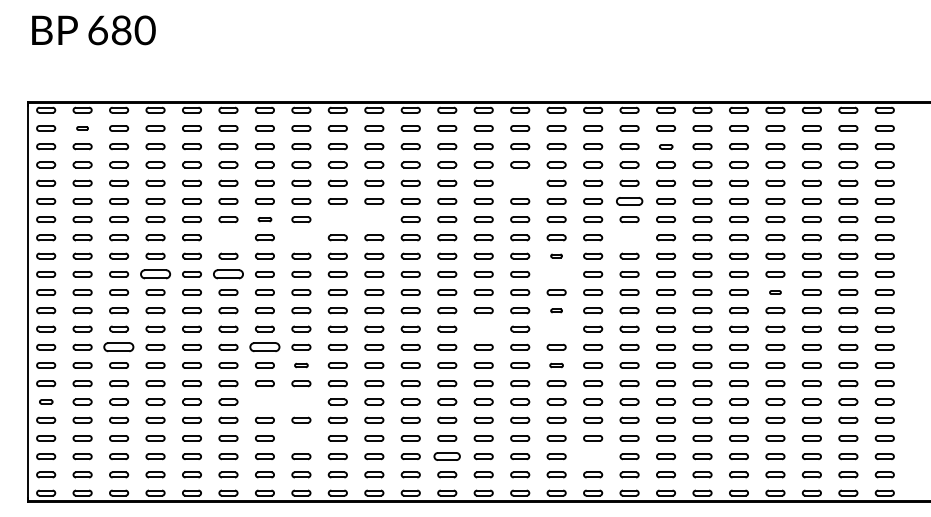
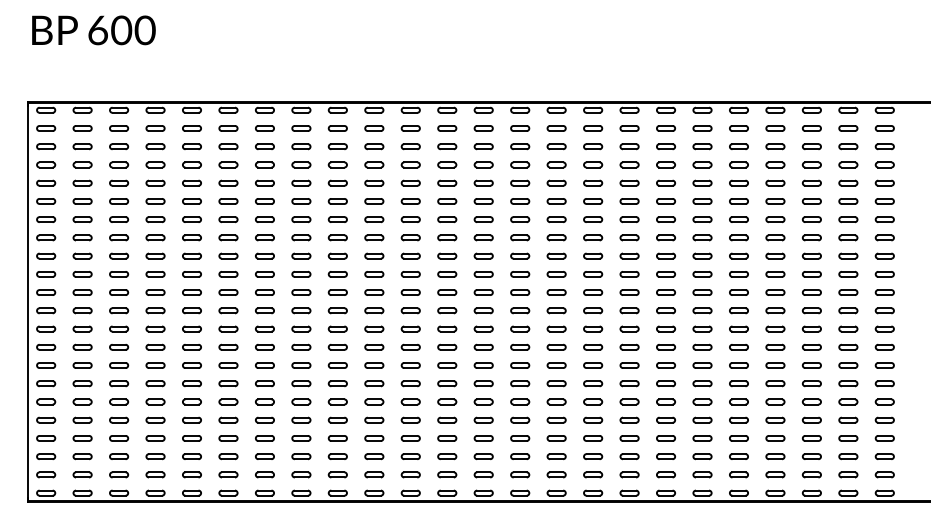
text at (121, 30): 680 -> 600
part at (82, 128) size: 13x5 px -> 21x7 px
part at (666, 146) size: 15x6 px -> 21x8 px
part at (520, 182): none -> present
part at (629, 201) size: 28x9 px -> 21x7 px
part at (264, 219) size: 16x6 px -> 20x7 px
part at (337, 219): none -> present
part at (374, 219): none -> present
part at (228, 237): none -> present
part at (301, 237): none -> present
part at (629, 237): none -> present
part at (556, 255) size: 13x6 px -> 21x8 px
part at (155, 274) size: 31x11 px -> 21x7 px
part at (228, 274) size: 31x11 px -> 21x7 px
part at (556, 274): none -> present
part at (775, 292) size: 13x5 px -> 21x7 px
part at (556, 310) size: 13x6 px -> 21x8 px
part at (483, 328): none -> present
part at (556, 328): none -> present
part at (118, 347) size: 32x11 px -> 21x7 px
part at (264, 347) size: 32x11 px -> 20x7 px
part at (301, 365) size: 15x7 px -> 21x7 px
part at (556, 365) size: 15x7 px -> 21x7 px
part at (46, 401) size: 15x6 px -> 21x8 px
part at (264, 401): none -> present
part at (301, 401): none -> present
part at (301, 438): none -> present
part at (446, 456) size: 28x9 px -> 21x8 px
part at (593, 456): none -> present
